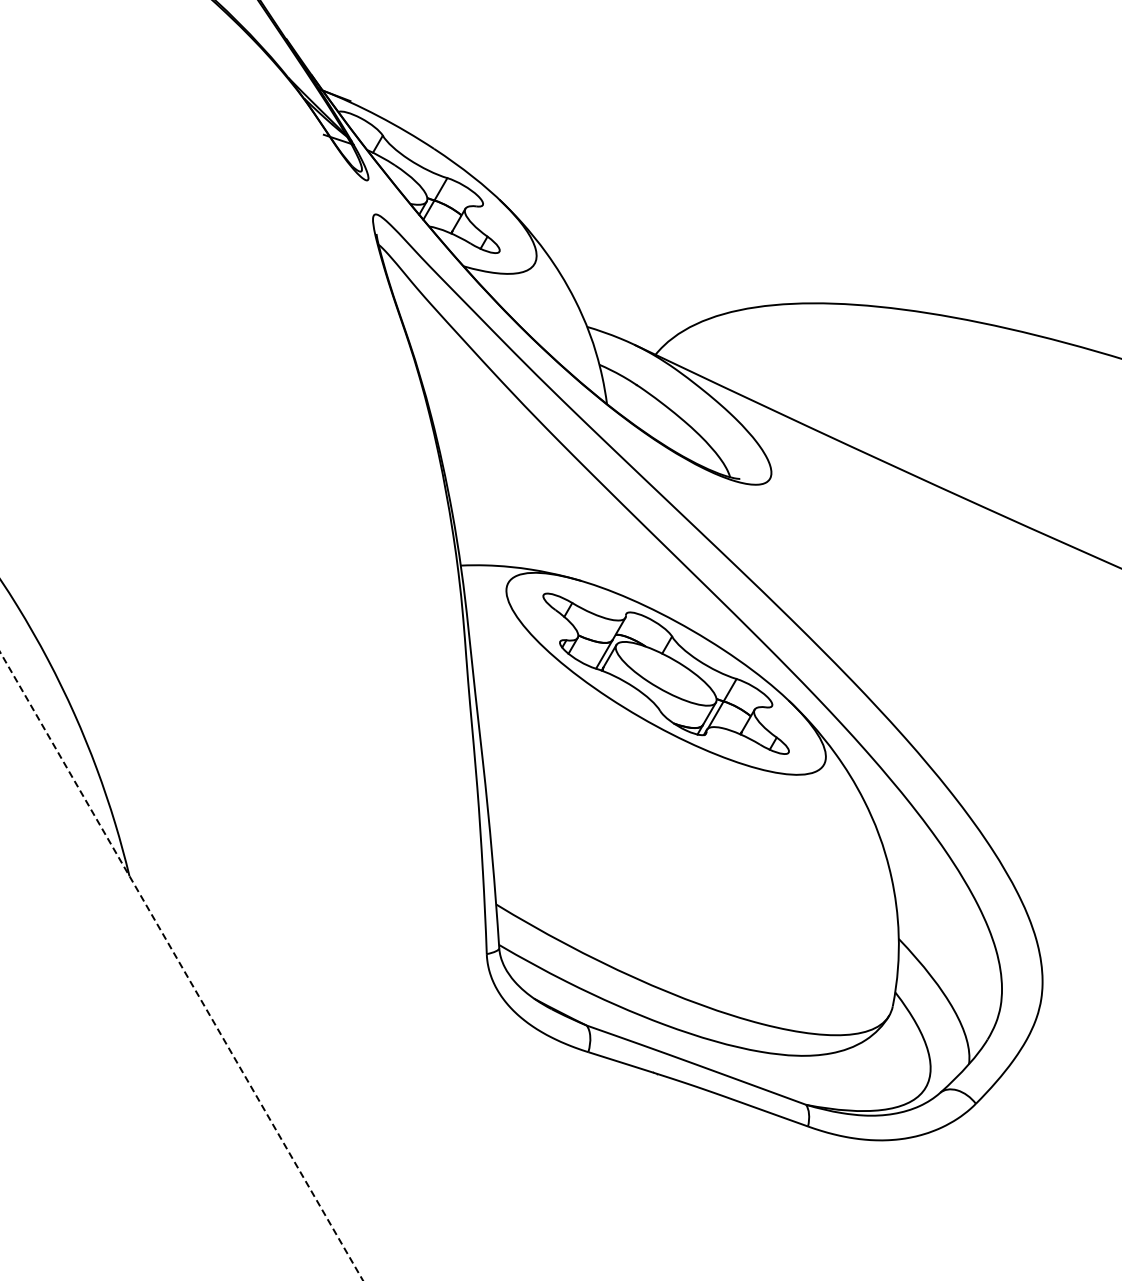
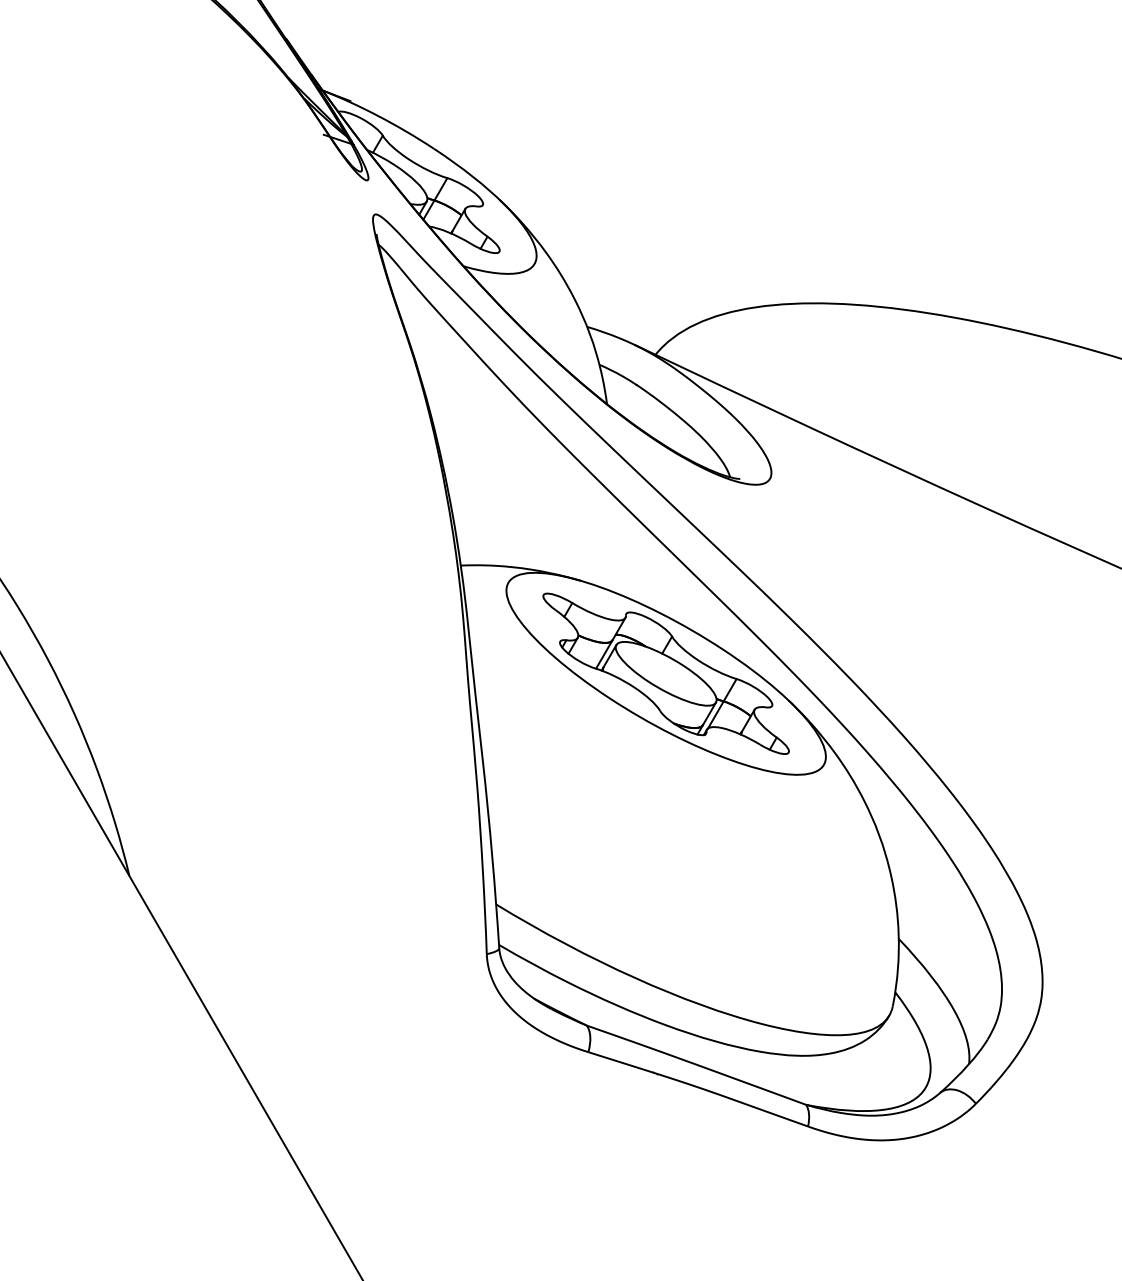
line at (181, 966): dashed -> solid
